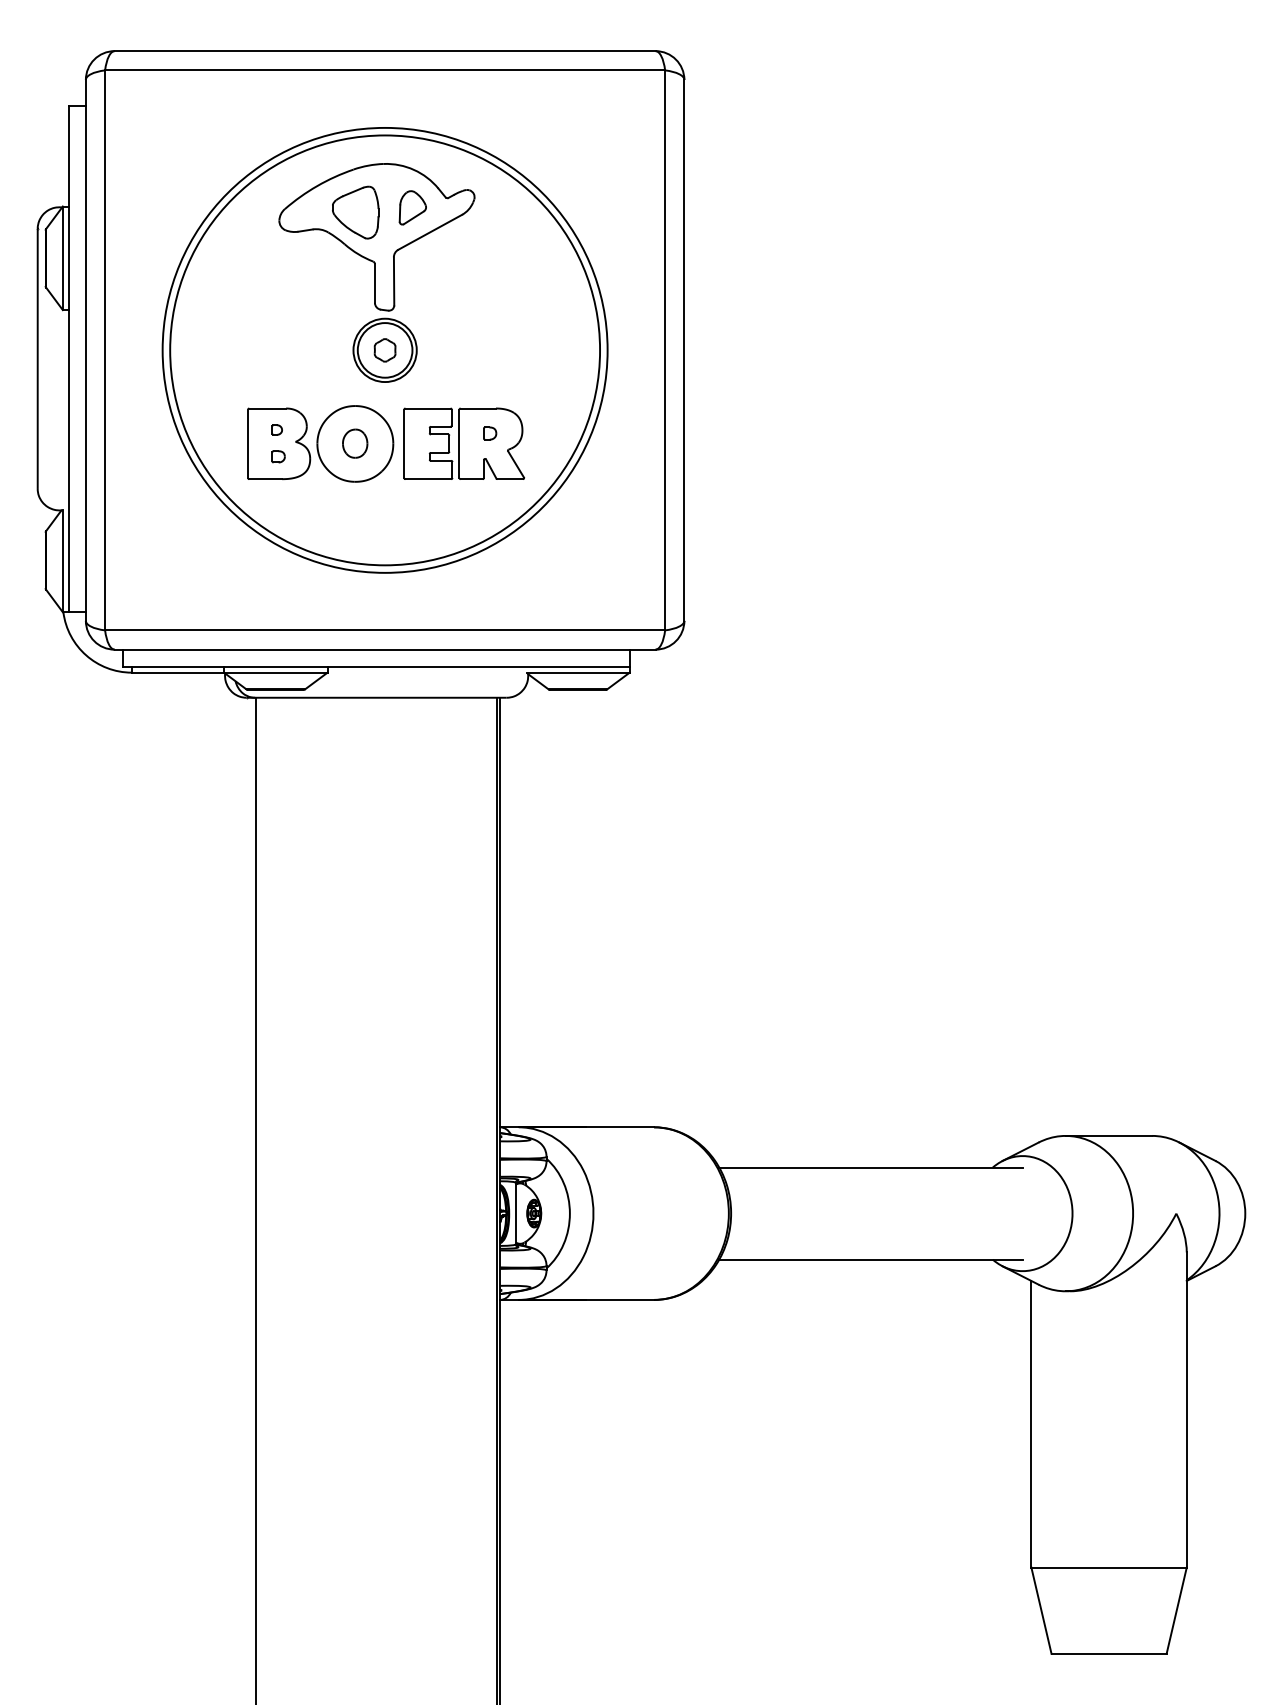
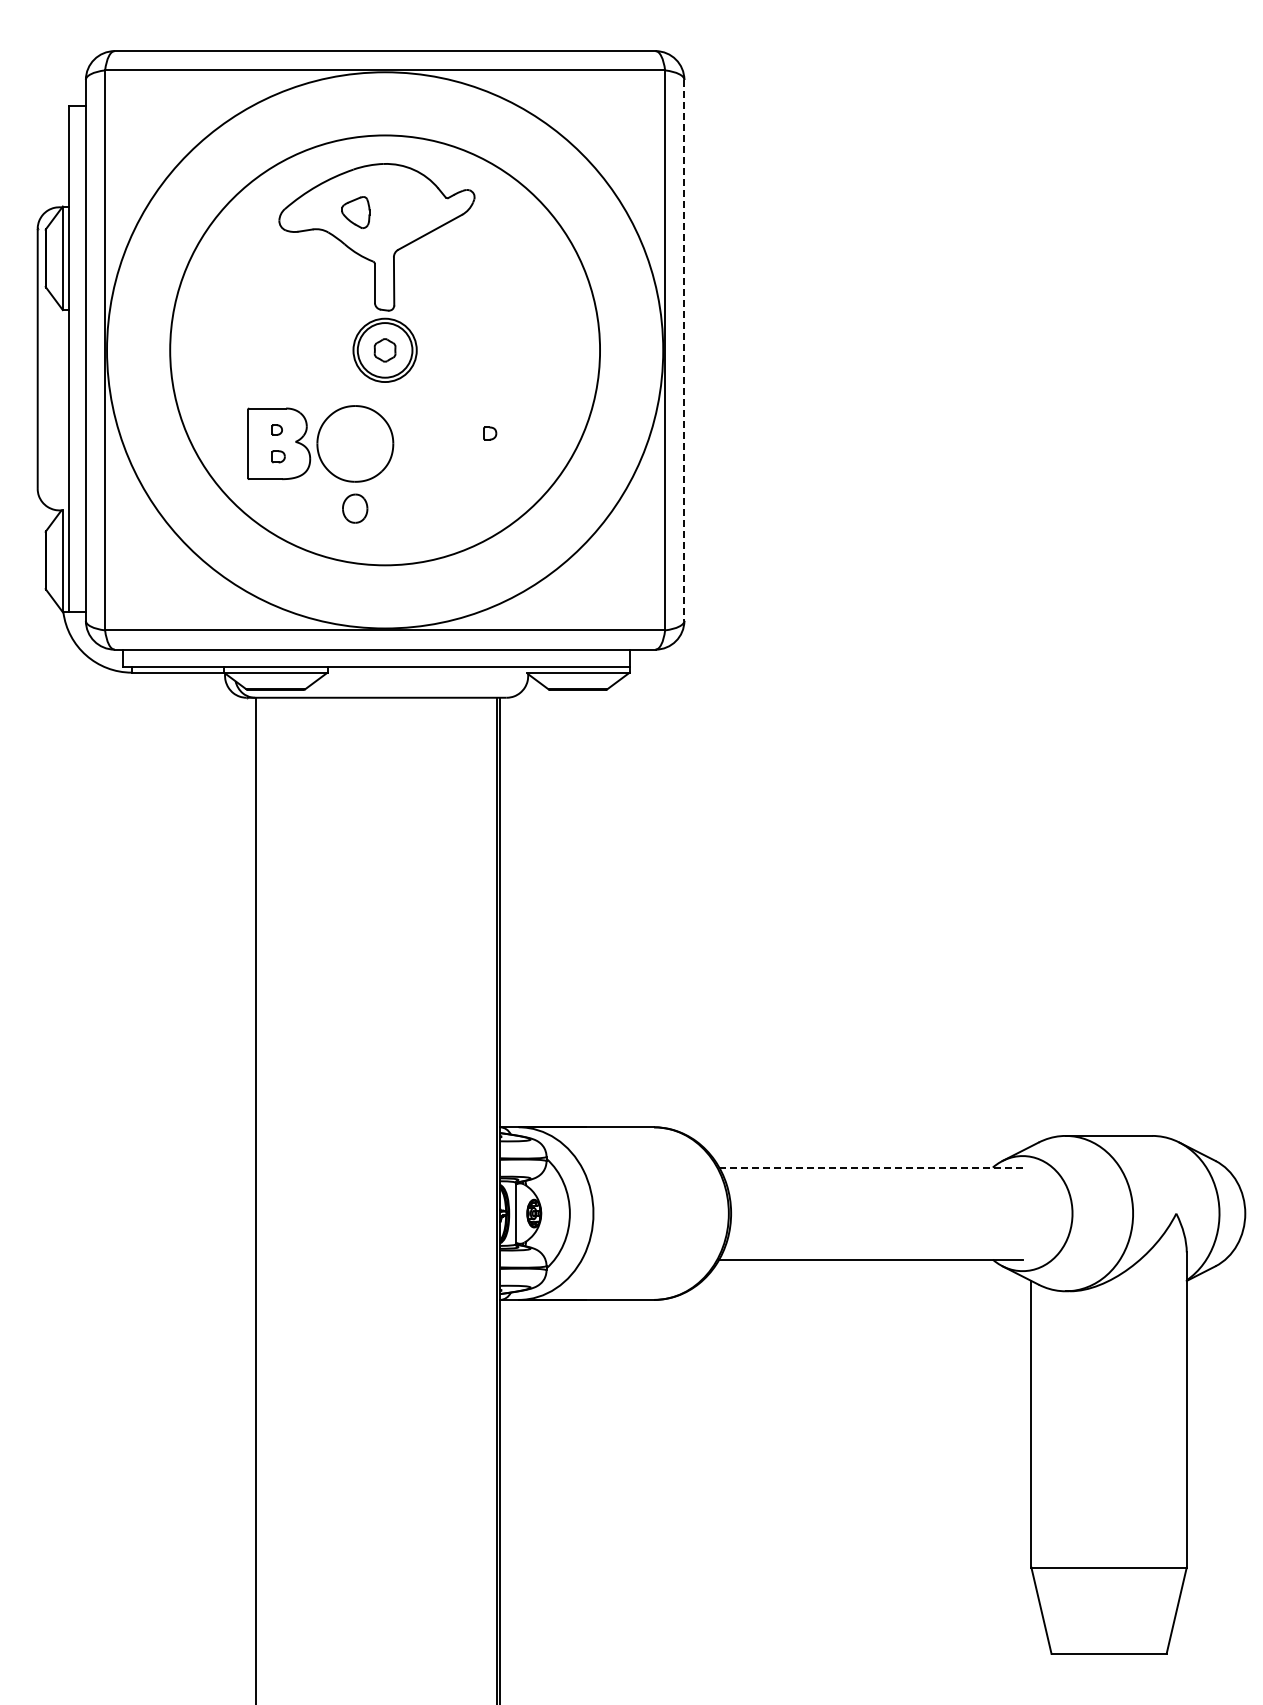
part at (412, 207): present -> none
part at (355, 212) size: 48x55 px -> 30x33 px
circle at (384, 349) diameter: 445 px -> 556 px
line at (684, 350): solid -> dashed
part at (355, 443) position: (355, 443) -> (355, 508)
part at (464, 443): present -> none
line at (871, 1167): solid -> dashed
